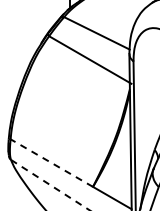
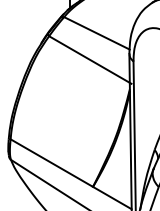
line at (51, 163): dashed -> solid
line at (50, 185): dashed -> solid
